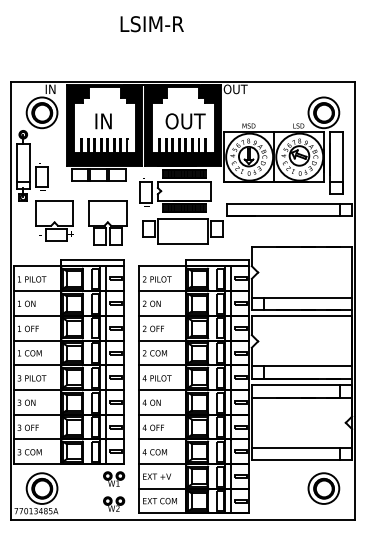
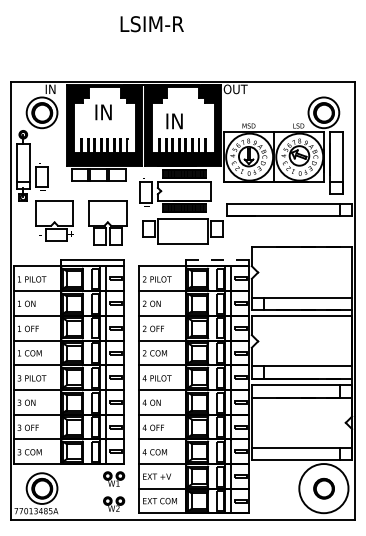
text at (103, 121) position: (103, 121) -> (103, 112)
text at (185, 121): OUT -> IN
line at (216, 260): solid -> dashed
circle at (323, 488) diameter: 31 px -> 49 px
